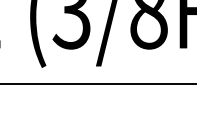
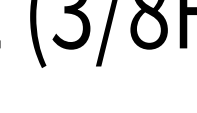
line at (97, 84): present -> none
